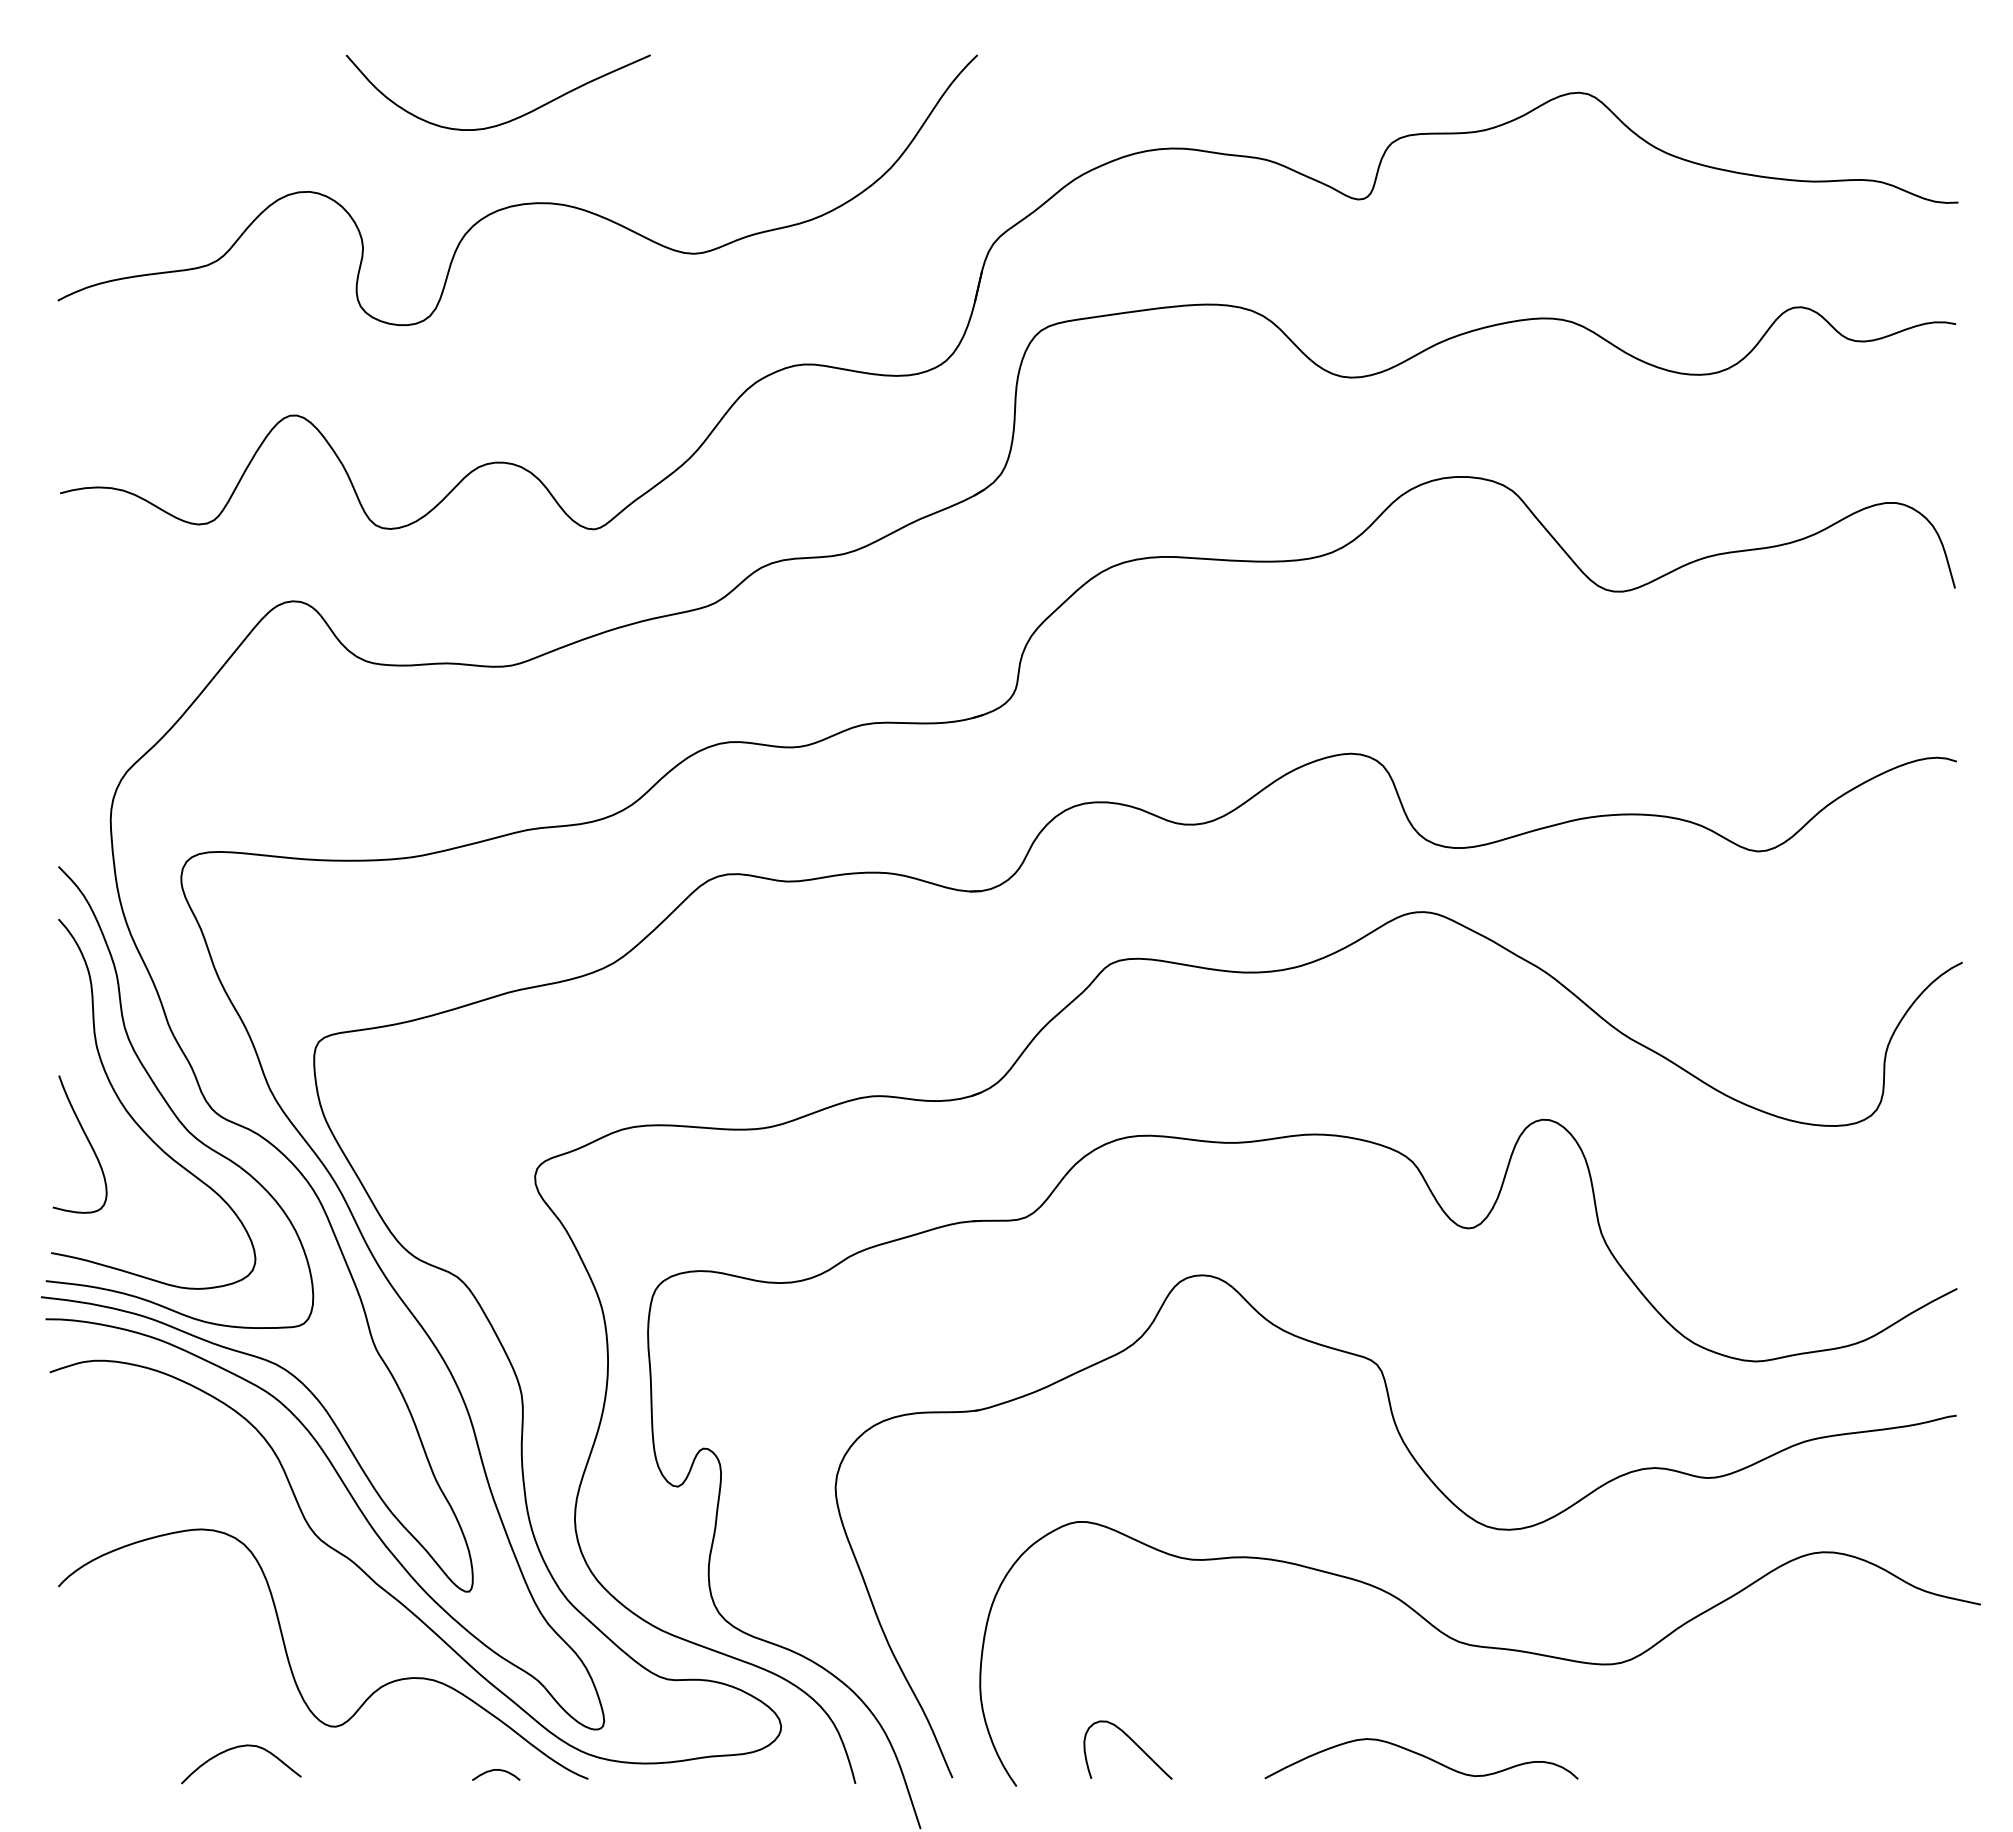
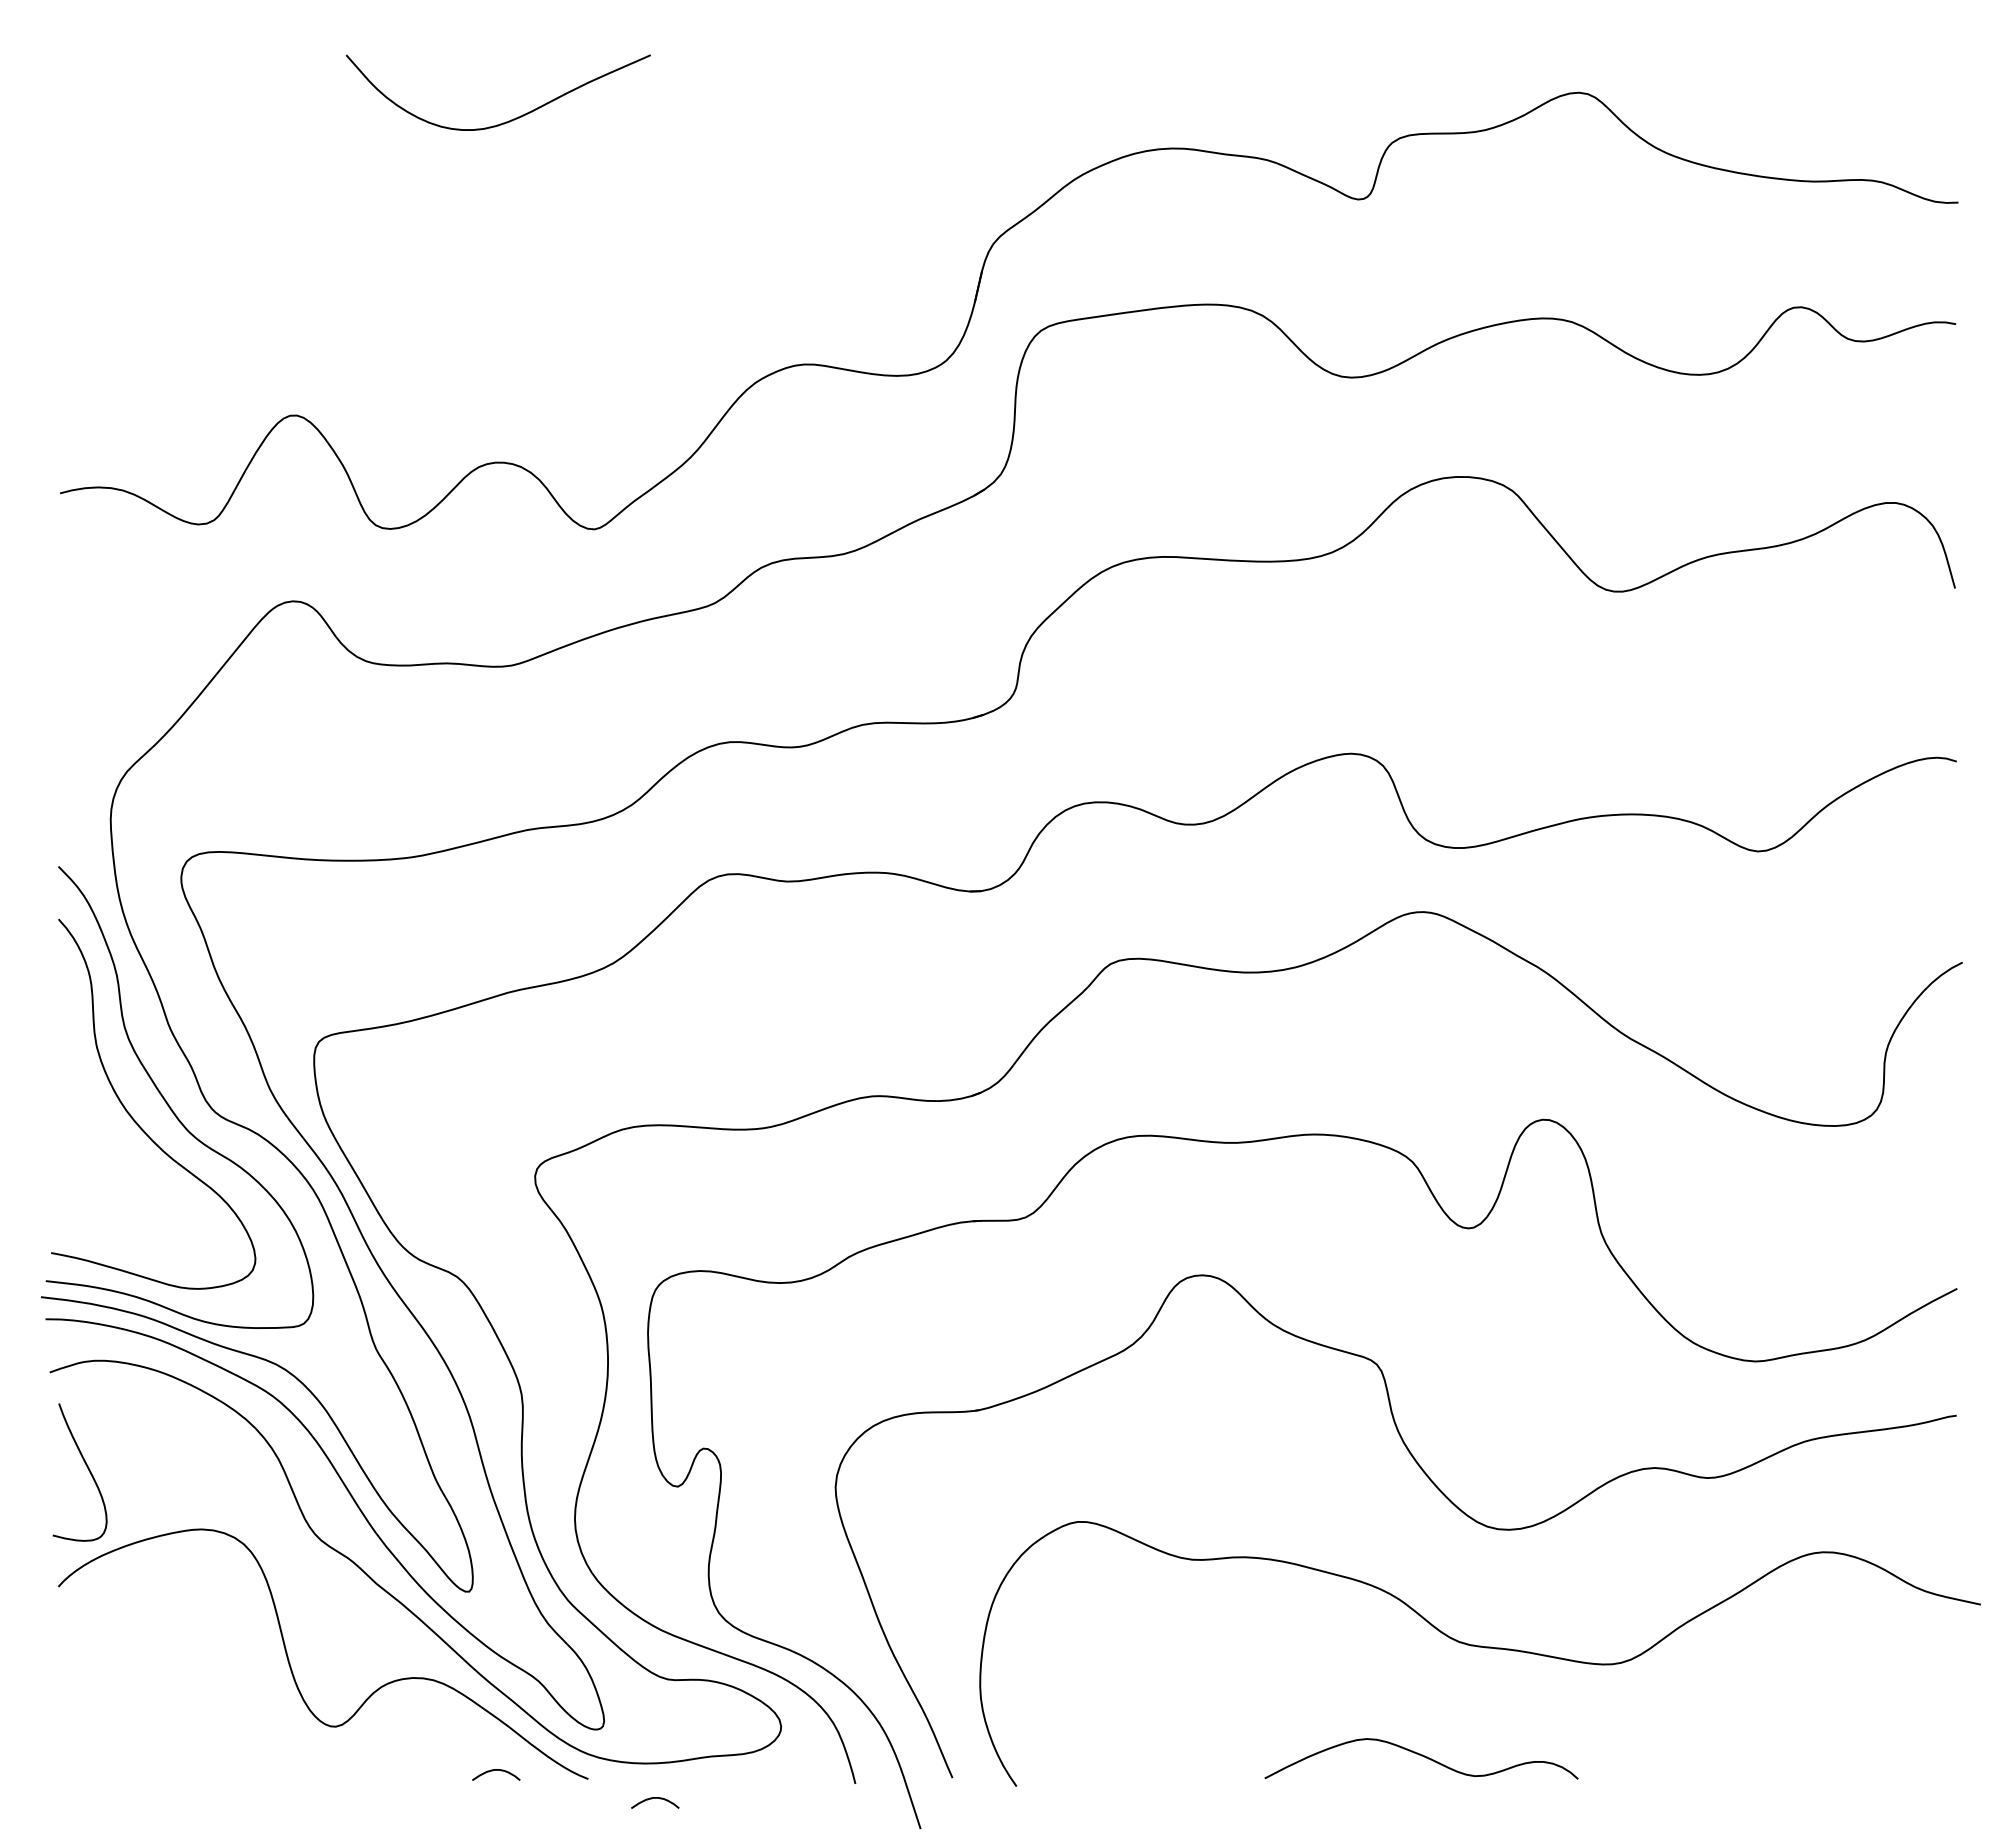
curve at (520, 203): present -> none
curve at (87, 1140) position: (87, 1140) -> (87, 1468)
curve at (1133, 1742): present -> none
curve at (236, 1748): present -> none
curve at (655, 1798): none -> present
